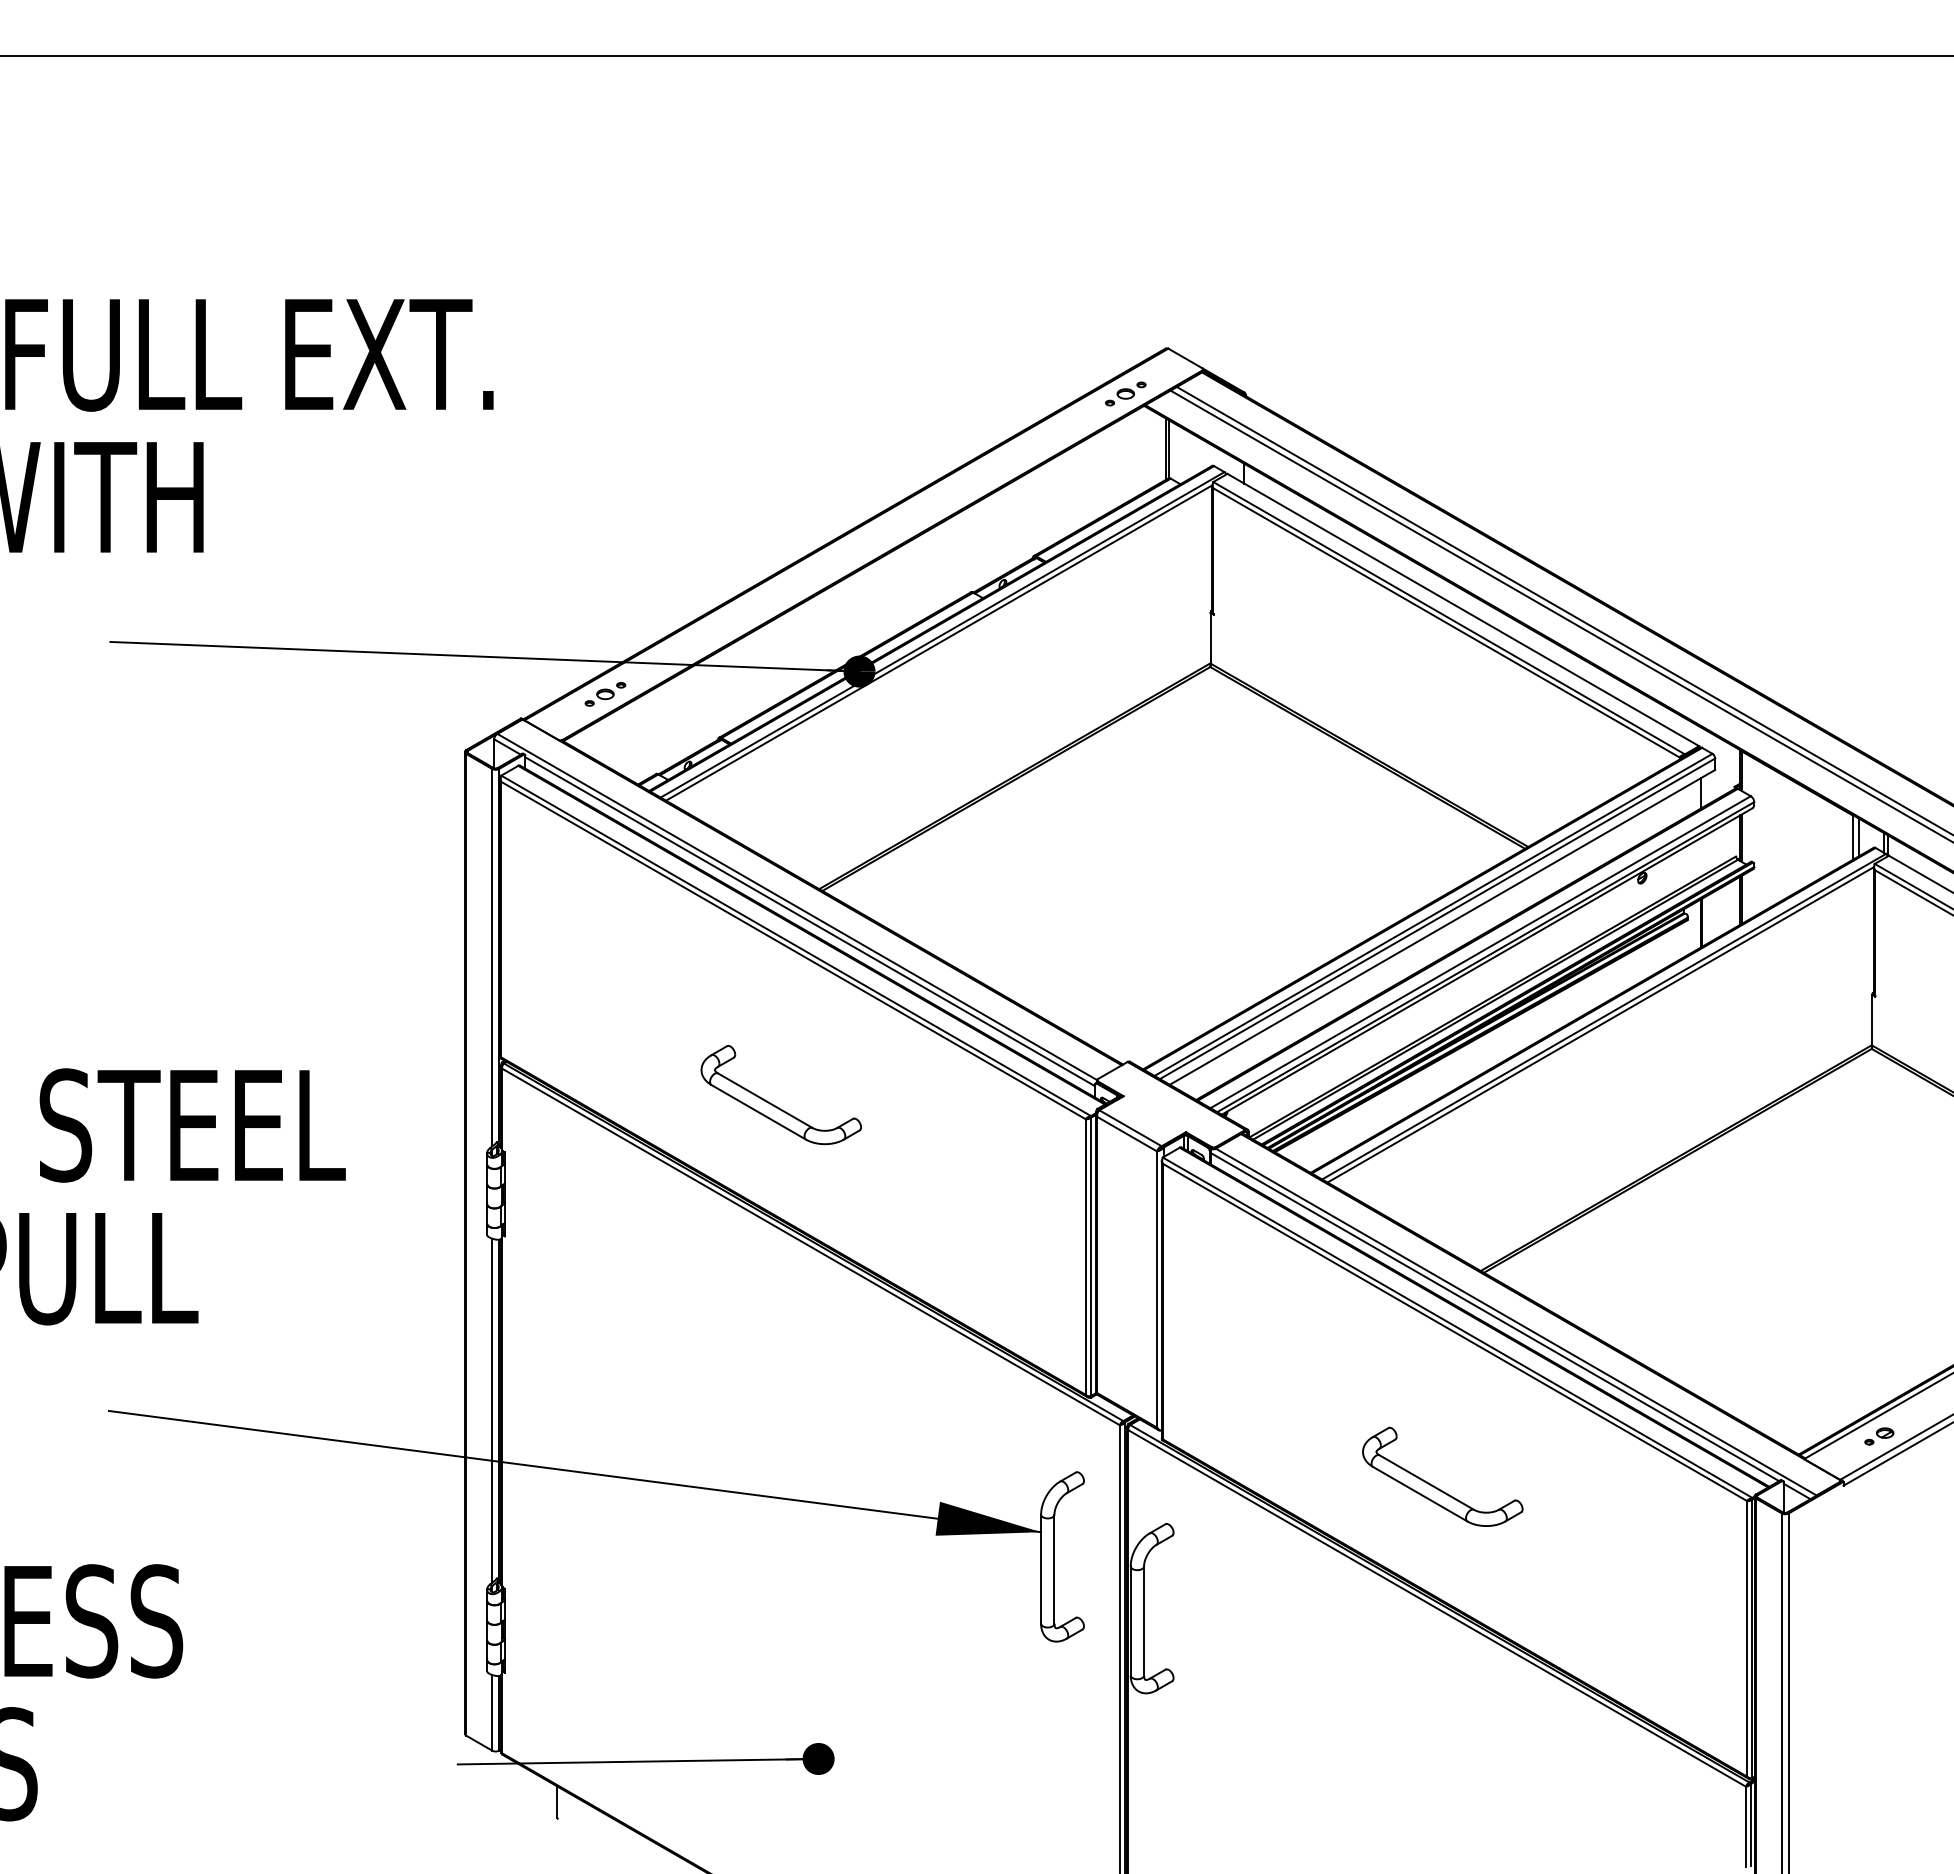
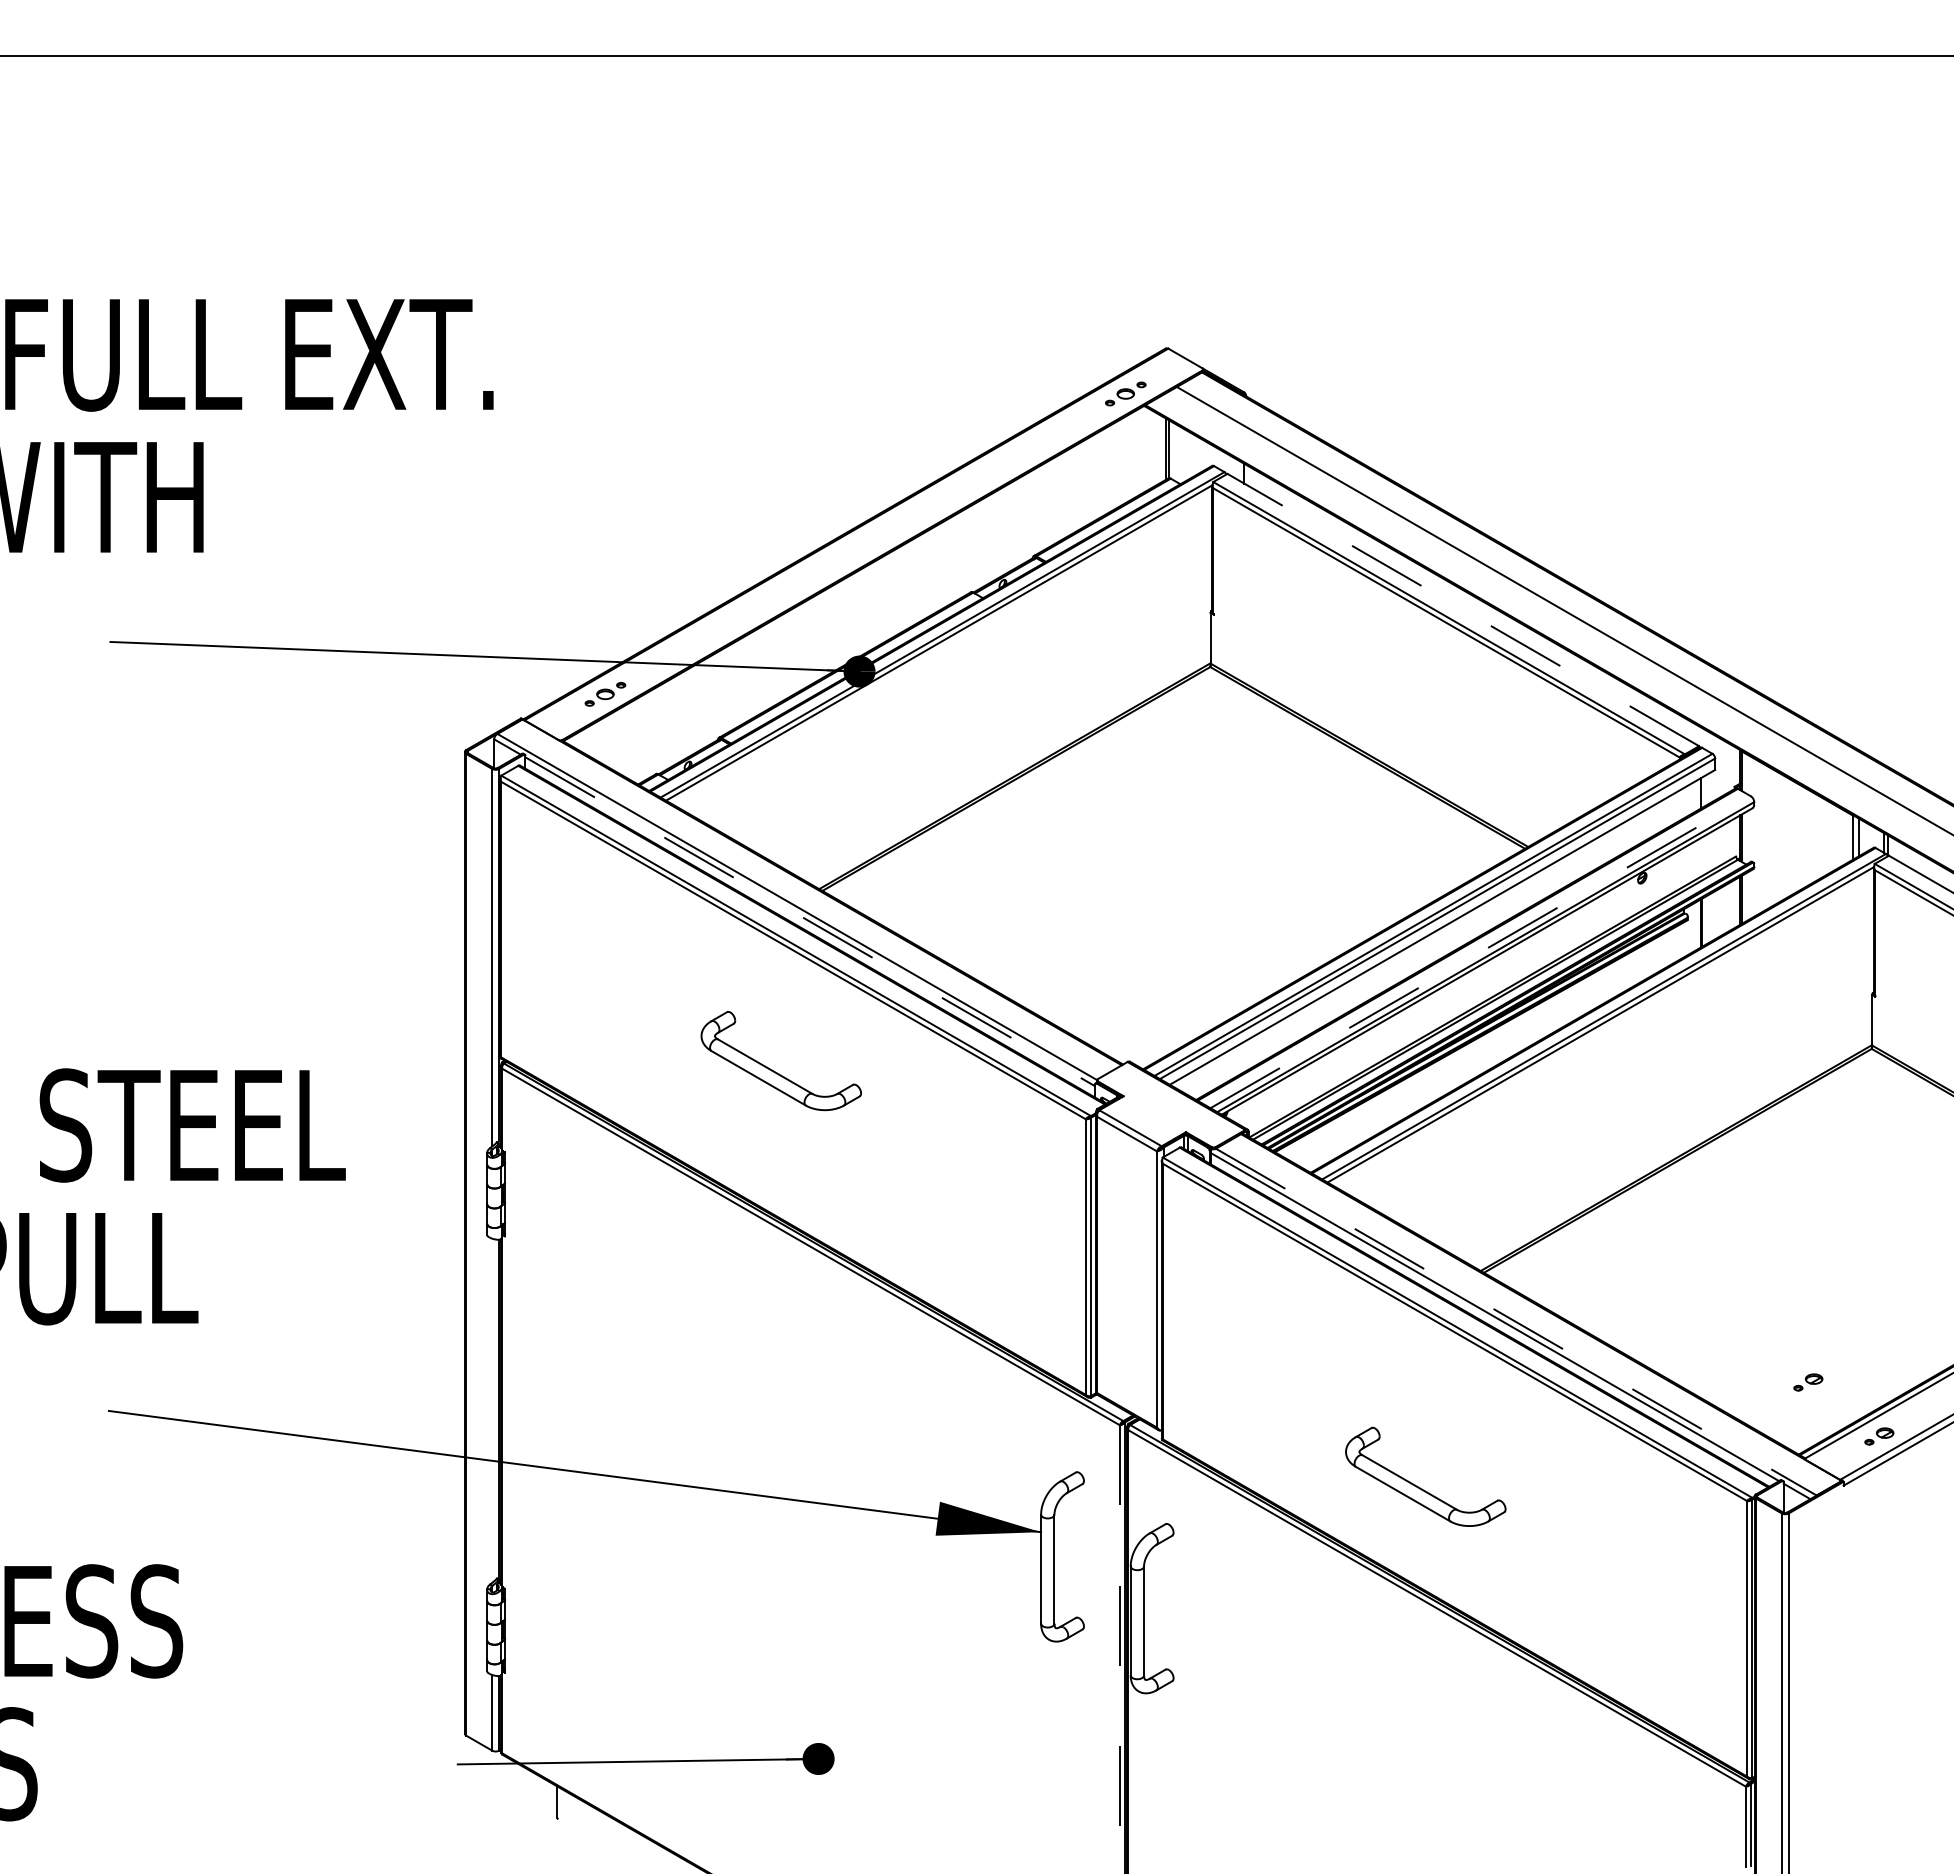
line at (1462, 609): solid -> dashed
line at (1560, 615): present -> none
line at (810, 921): solid -> dashed
line at (1480, 952): solid -> dashed
part at (774, 1104) position: (774, 1104) -> (774, 1070)
line at (1516, 1322): solid -> dashed
part at (1808, 1382): none -> present
line at (492, 1410): present -> none
part at (1434, 1485) position: (1434, 1485) -> (1417, 1485)
line at (1119, 1649): solid -> dashed
